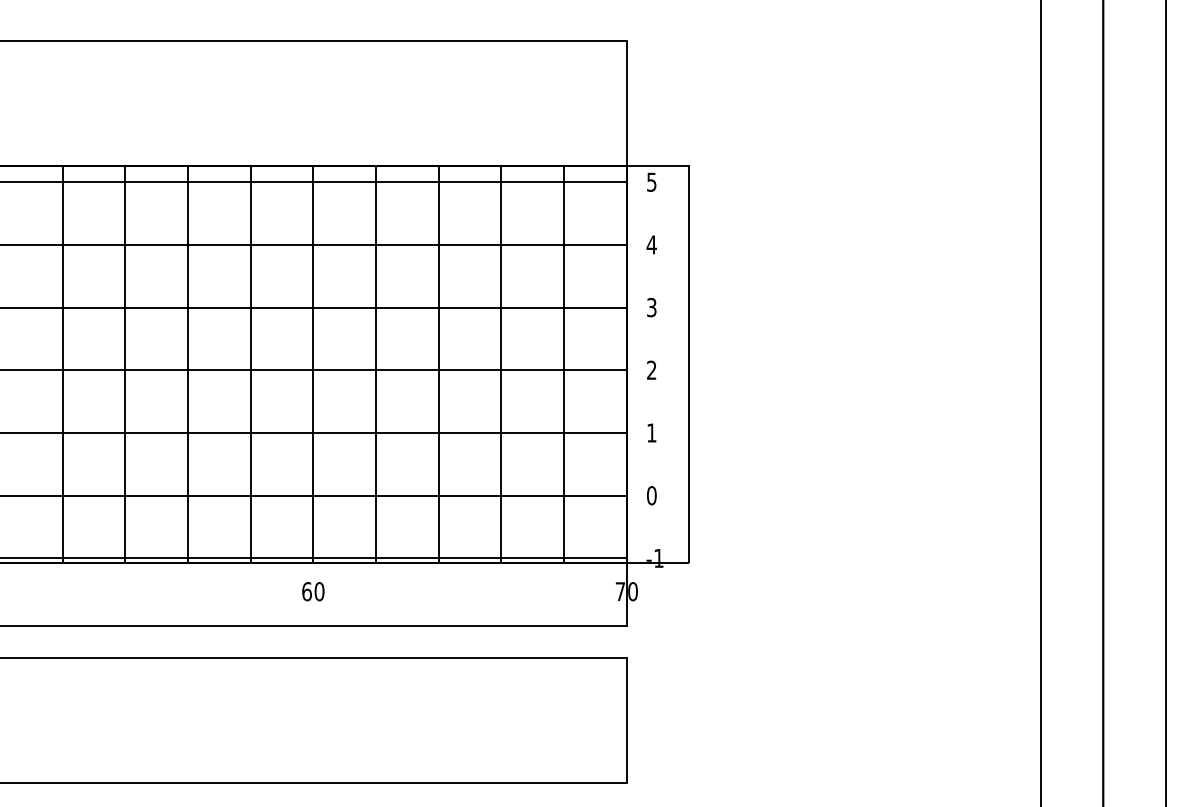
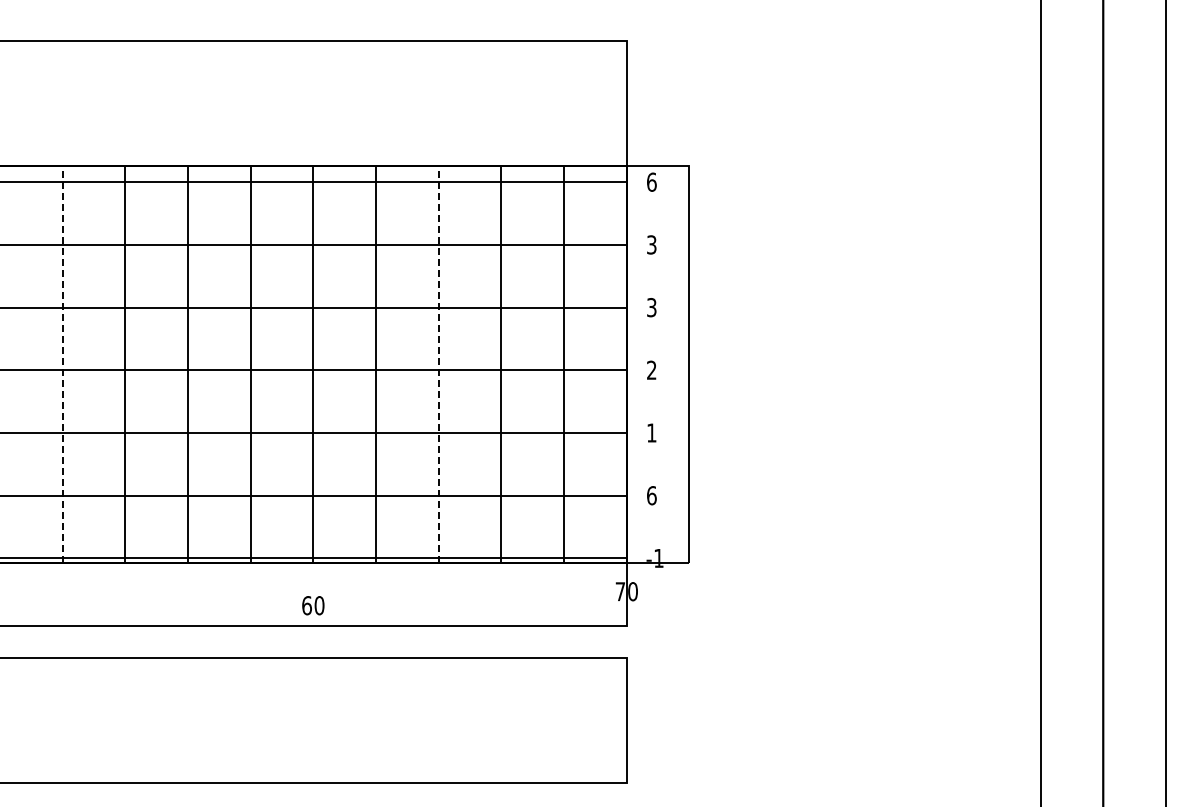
text at (651, 181): 5 -> 6
text at (651, 244): 4 -> 3
line at (62, 364): solid -> dashed
line at (438, 364): solid -> dashed
text at (651, 495): 0 -> 6
text at (313, 591) position: (313, 591) -> (313, 605)
